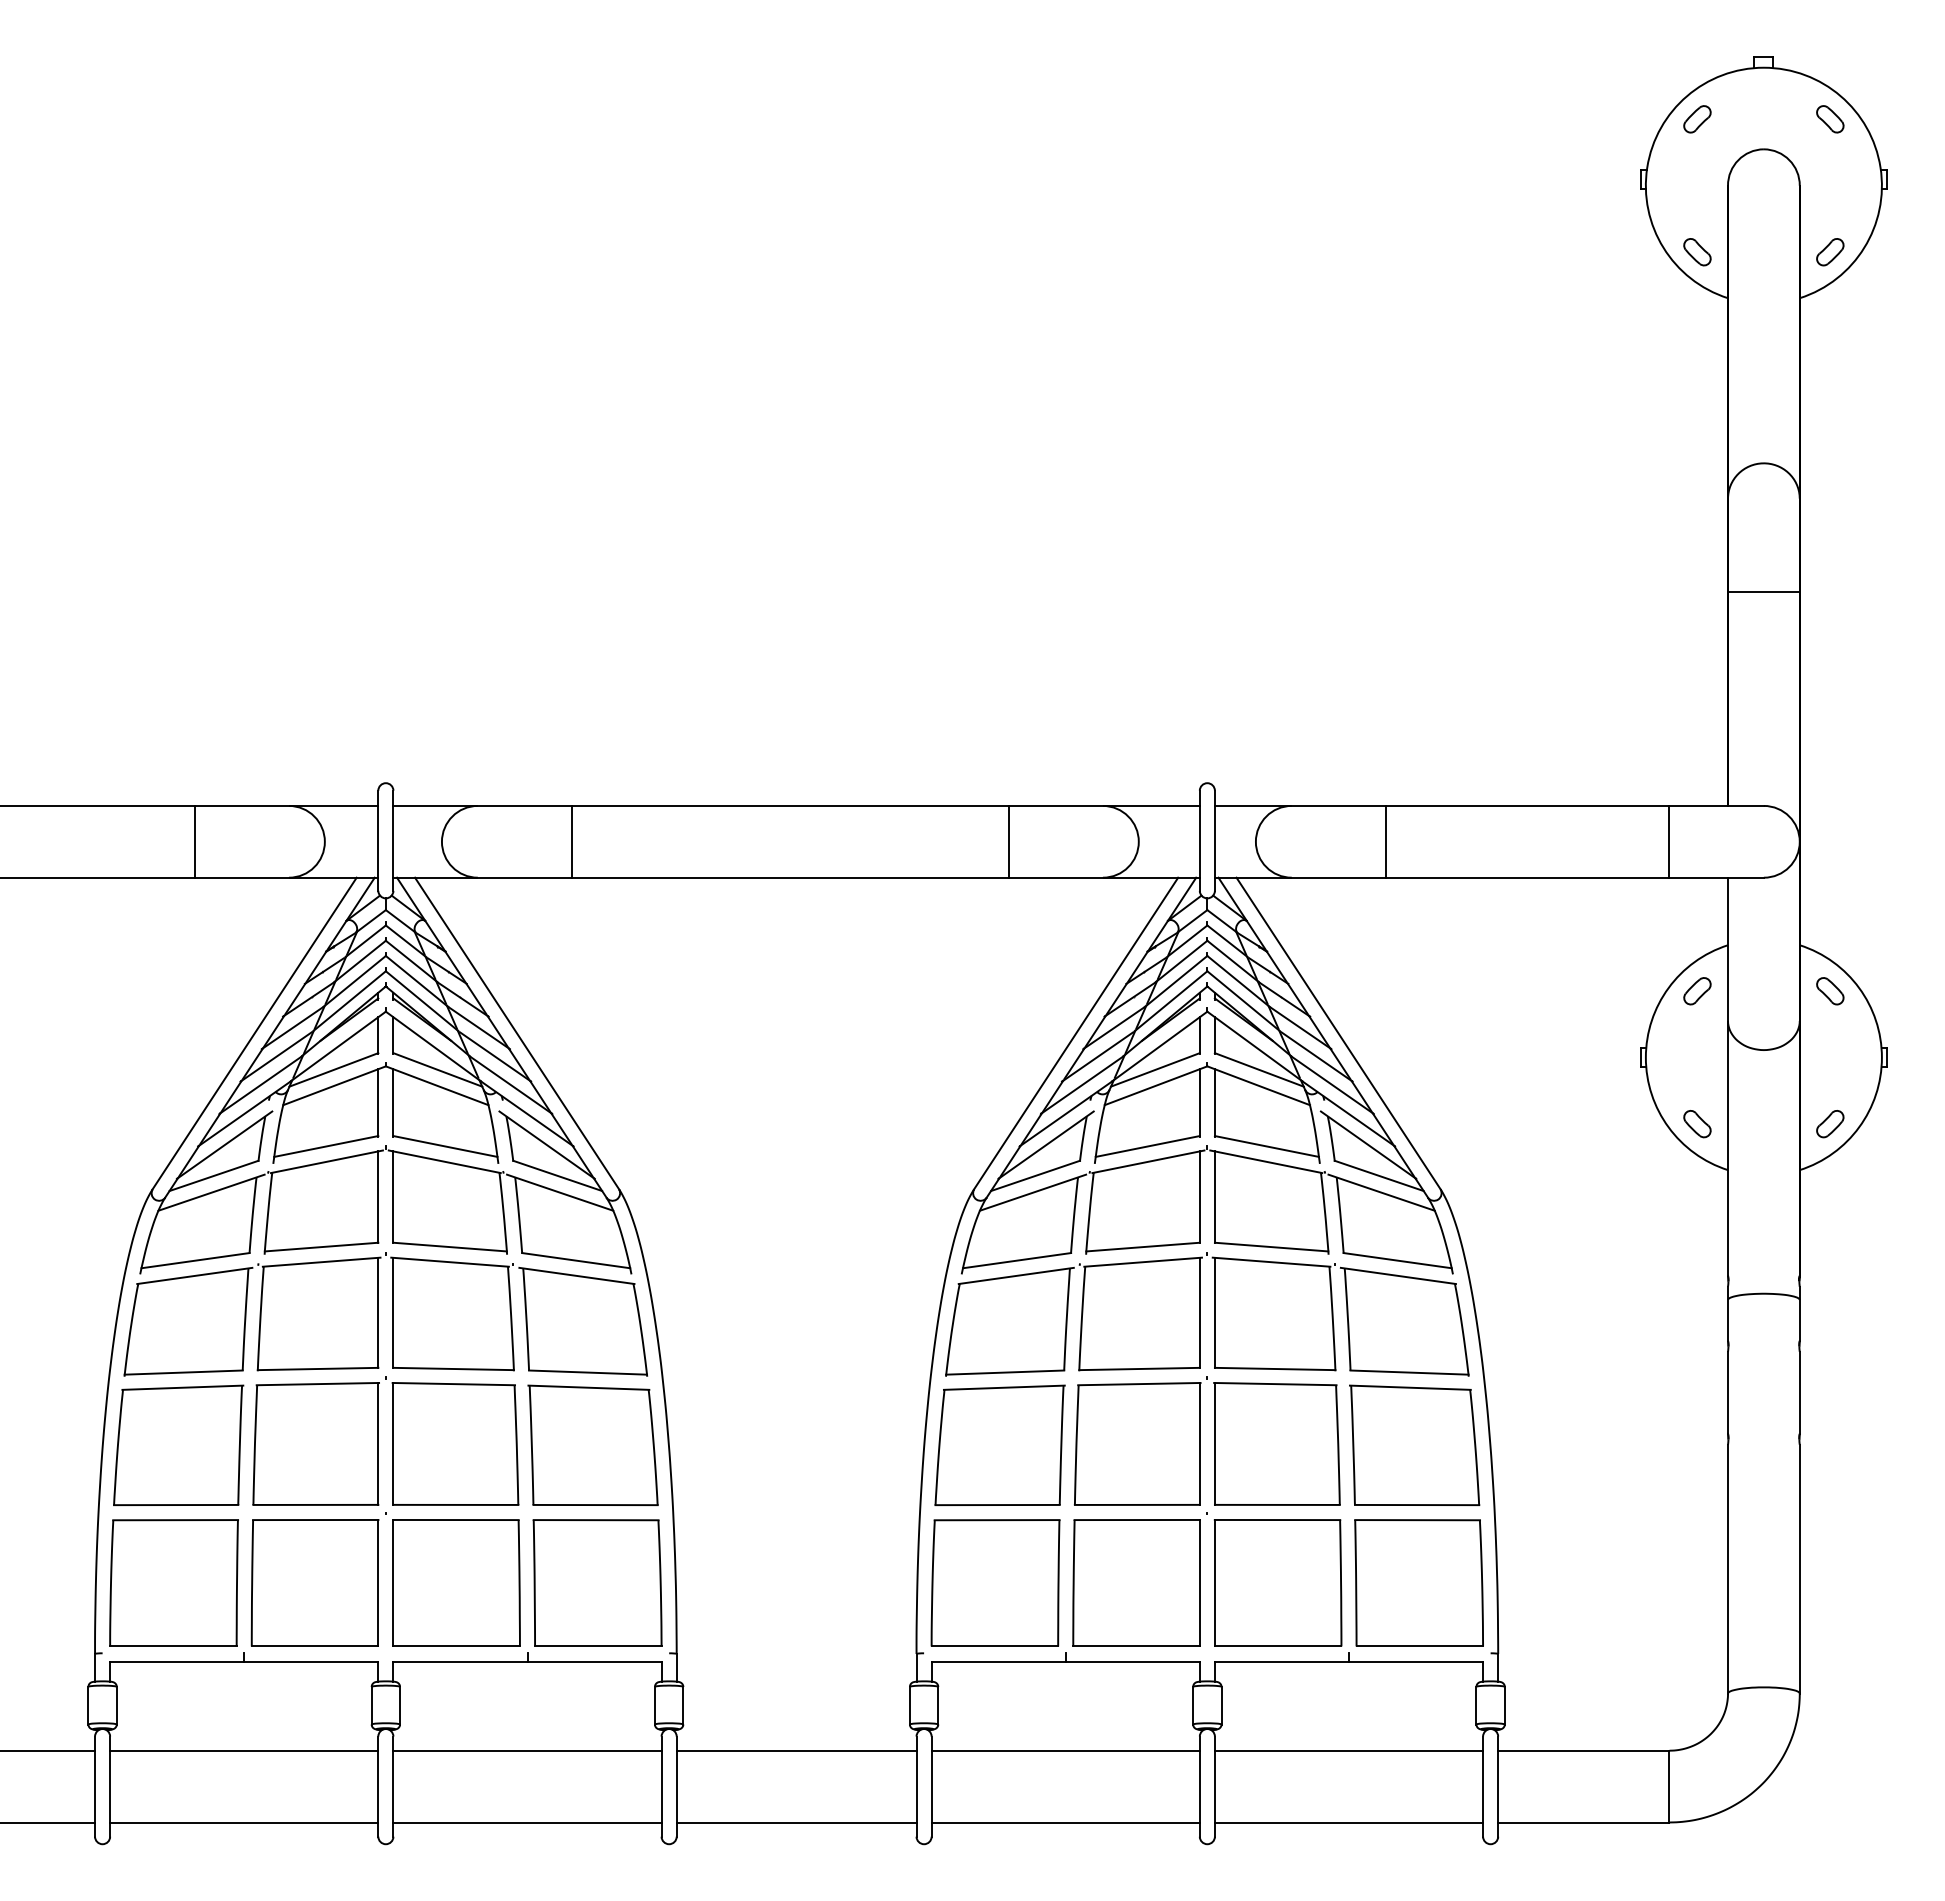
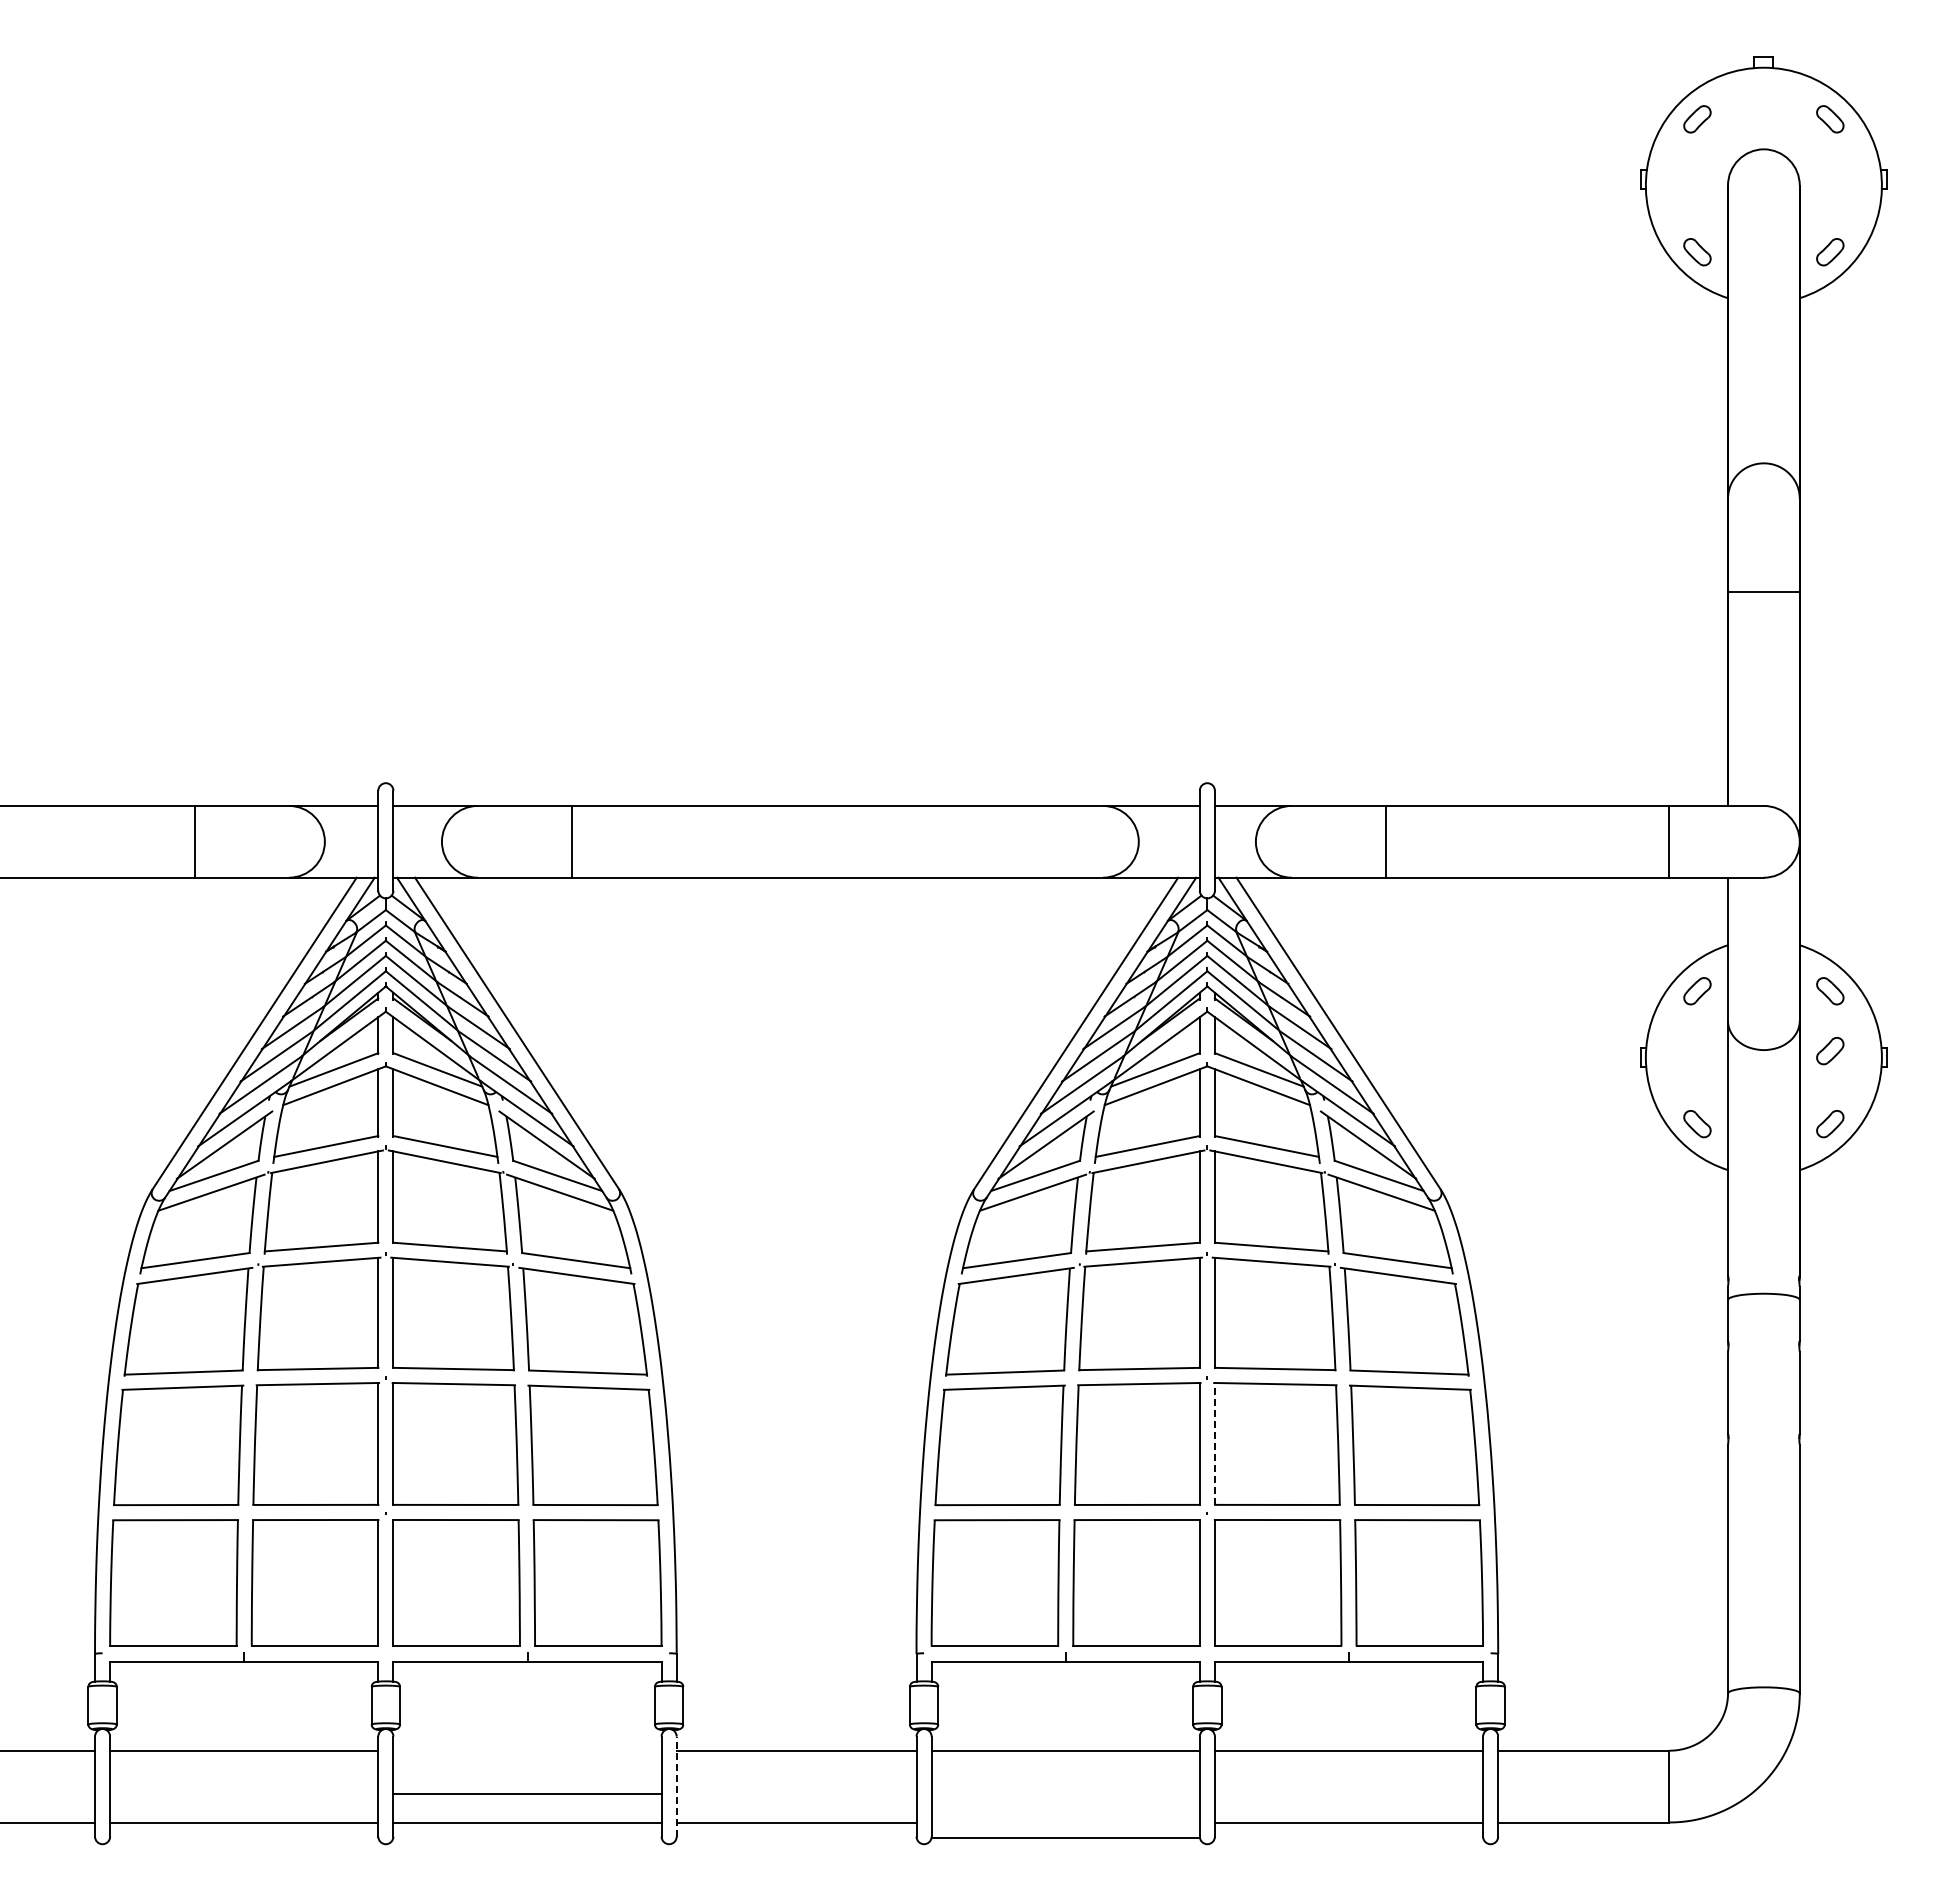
line at (1008, 841): present -> none
part at (1830, 1051): none -> present
line at (1214, 1443): solid -> dashed
line at (527, 1750) position: (527, 1750) -> (527, 1793)
line at (676, 1786): solid -> dashed
line at (1065, 1822) position: (1065, 1822) -> (1065, 1837)
